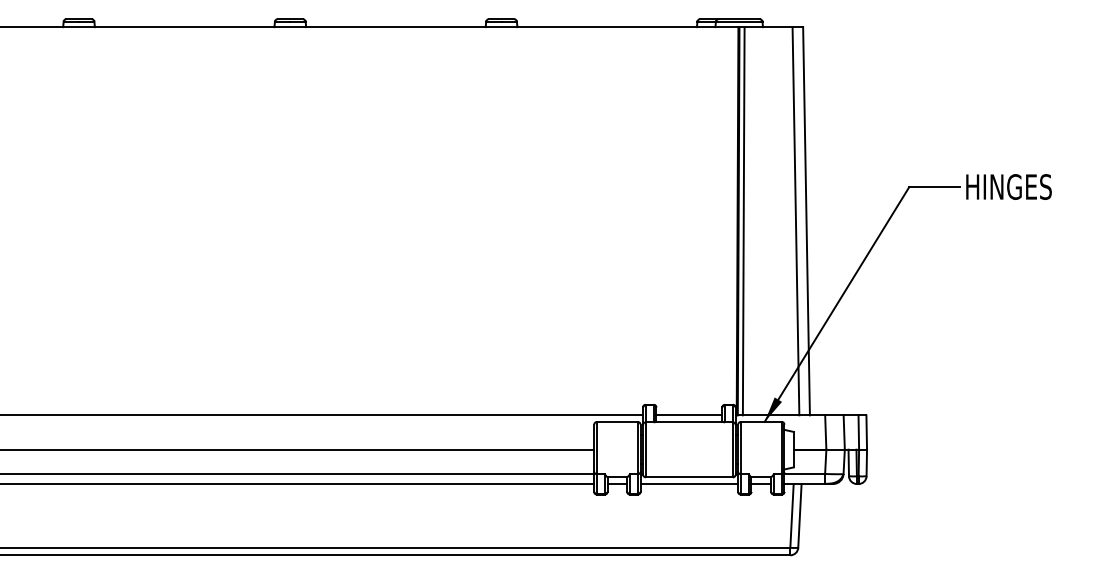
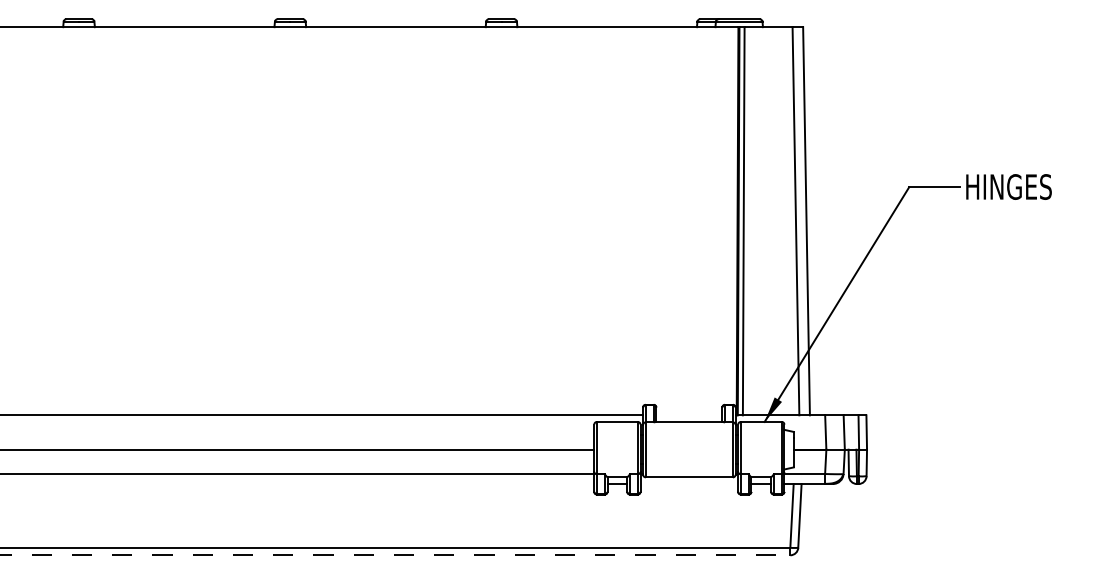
line at (689, 415): present -> none
line at (298, 484): present -> none
line at (689, 484): present -> none
line at (395, 555): solid -> dashed
